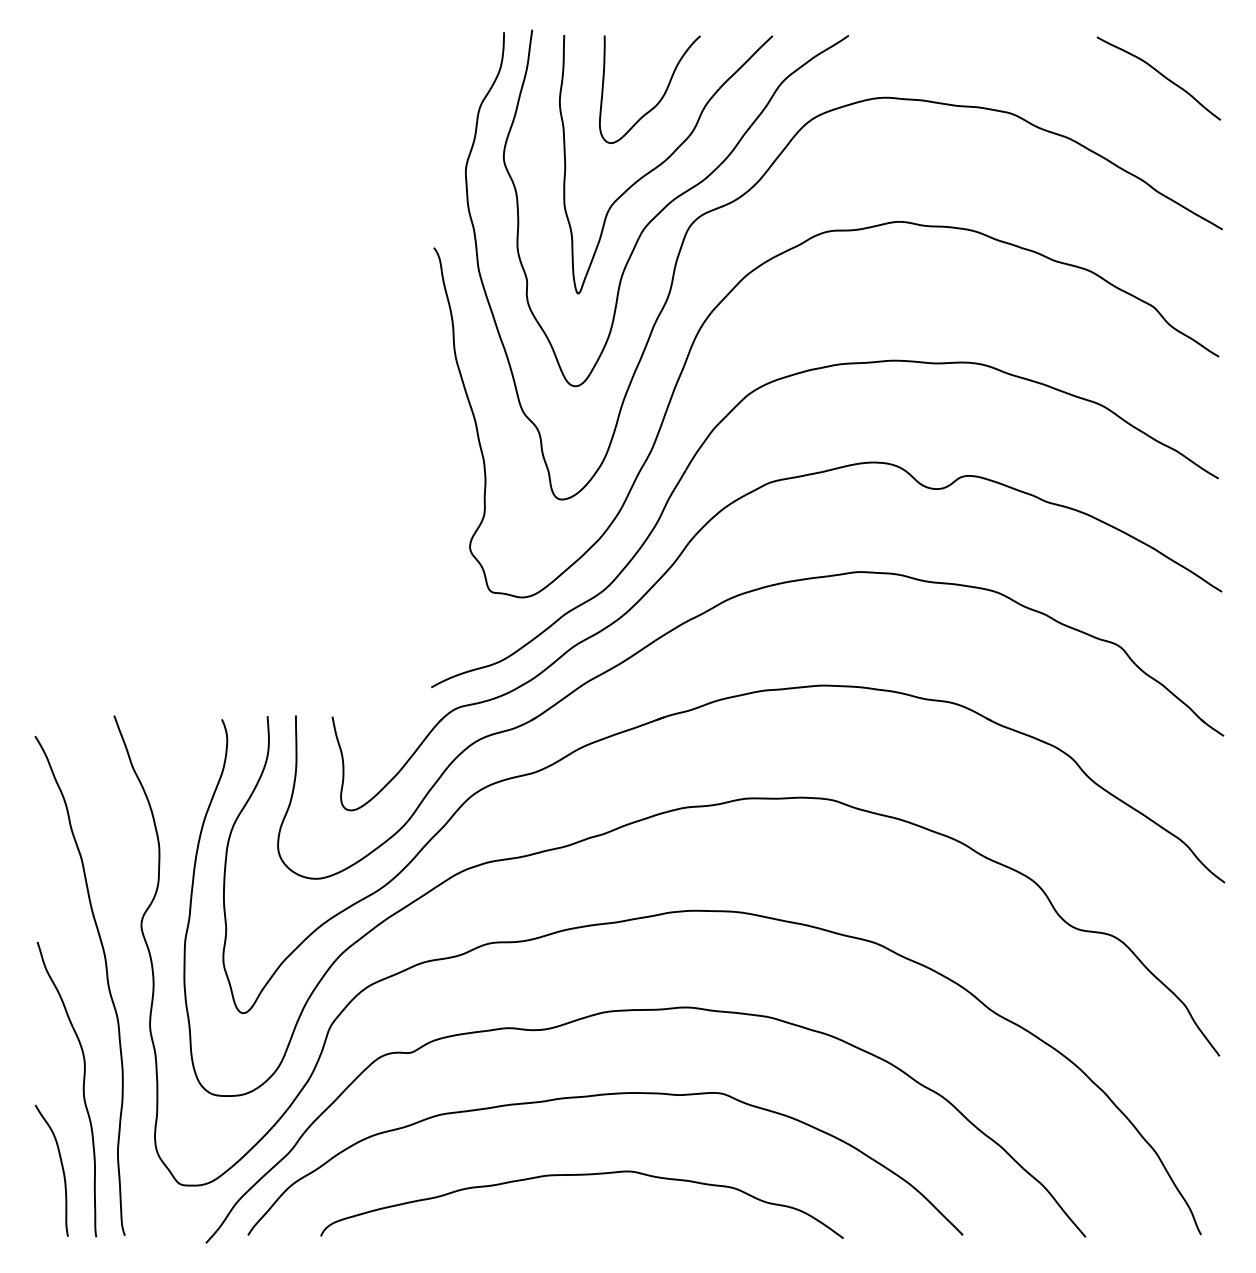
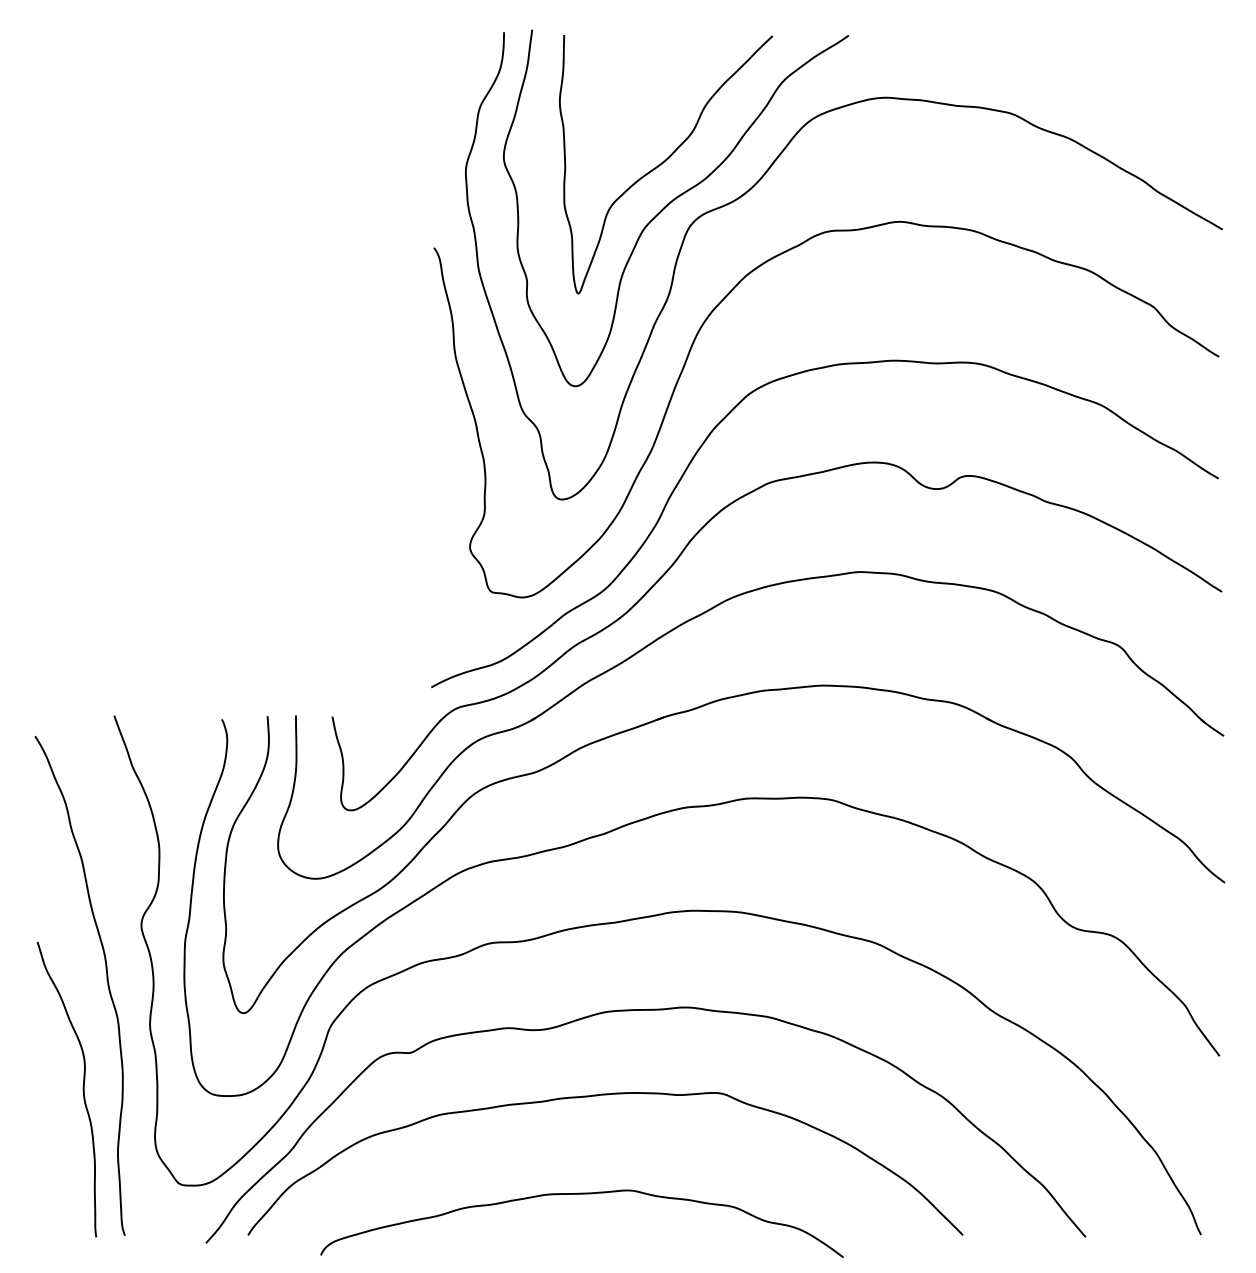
curve at (1161, 75): present -> none
curve at (660, 98): present -> none
curve at (61, 1167): present -> none
curve at (581, 1175) position: (581, 1175) -> (581, 1194)
